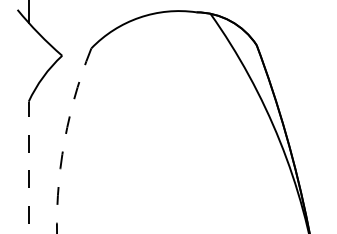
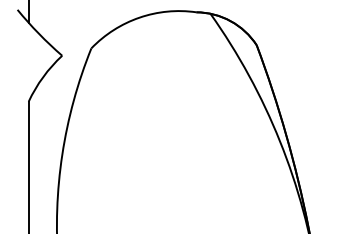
arc at (64, 140): dashed -> solid
line at (28, 167): dashed -> solid
